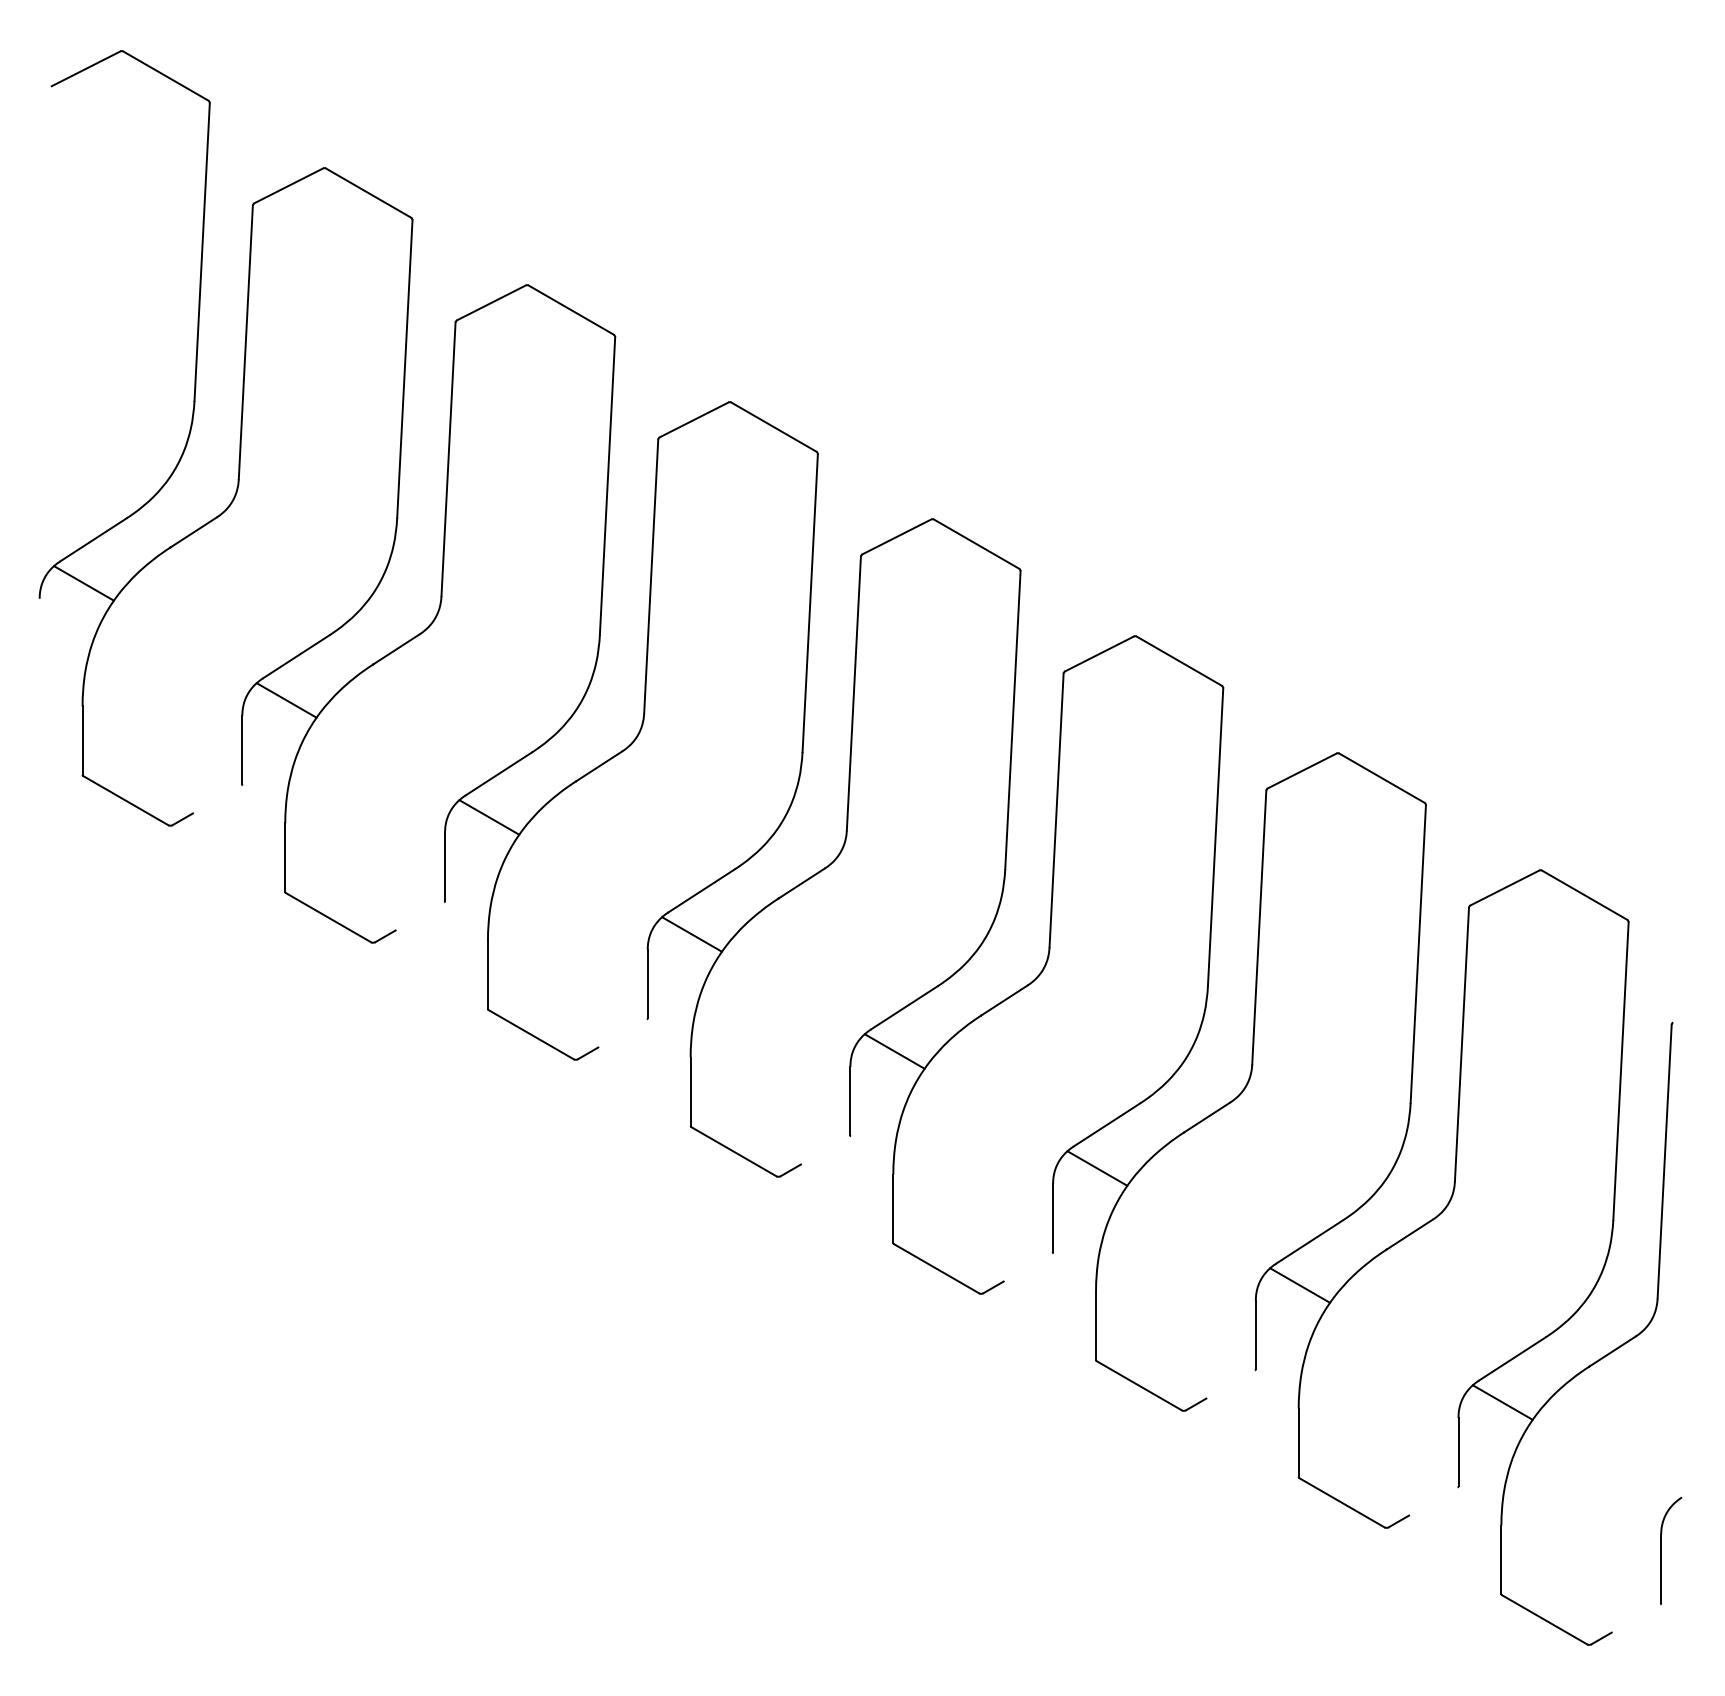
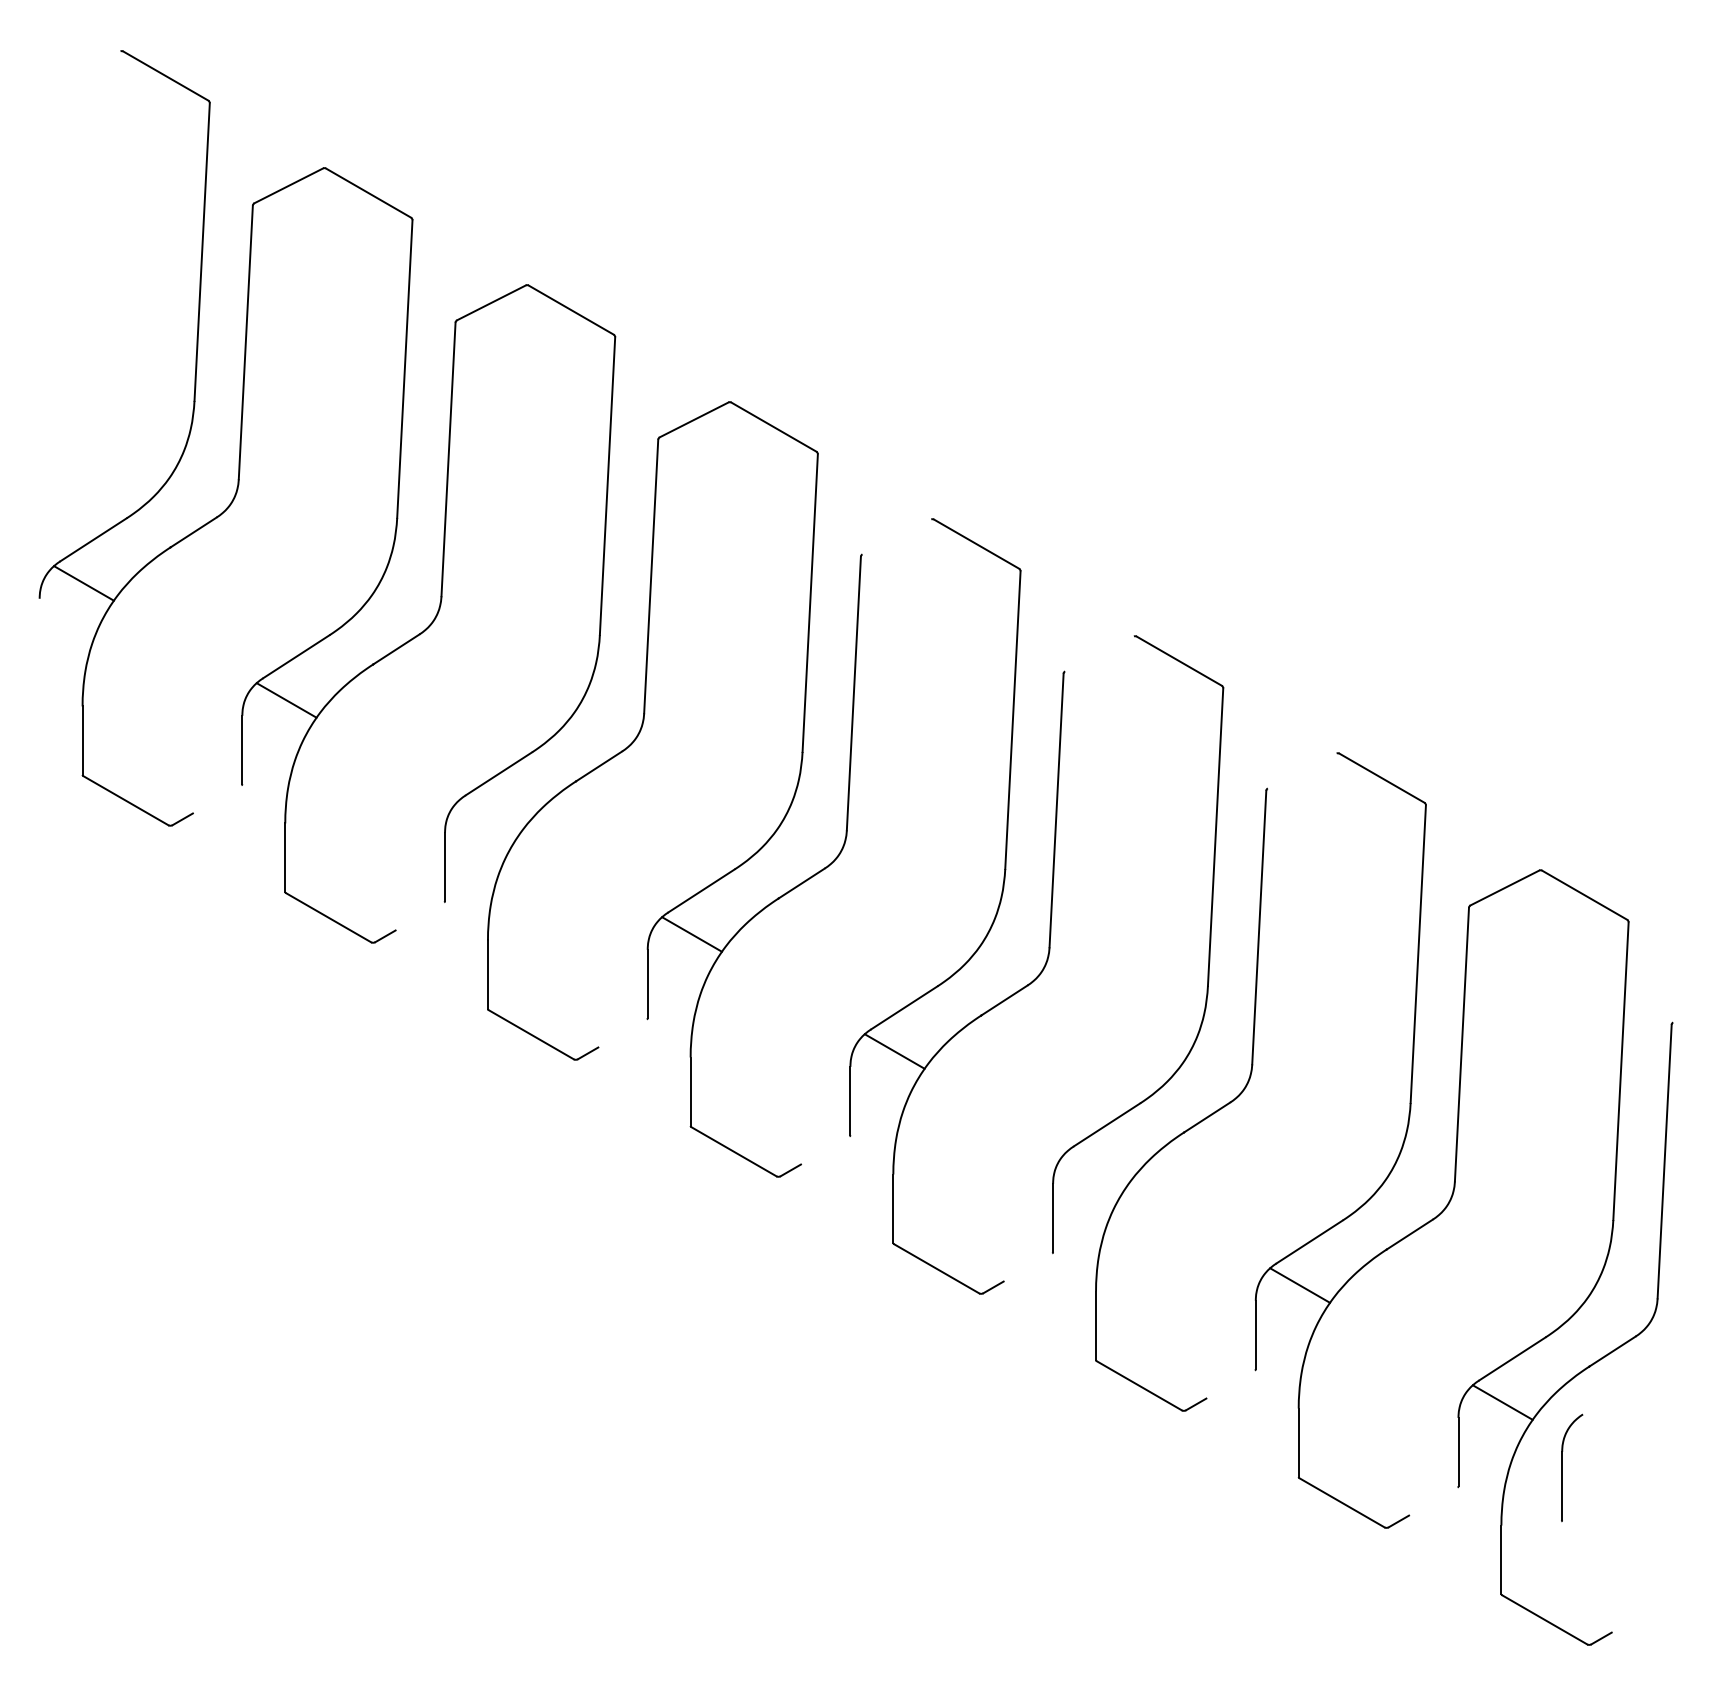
line at (85, 68): present -> none
line at (896, 536): present -> none
line at (1099, 653): present -> none
line at (1301, 770): present -> none
line at (489, 817): present -> none
line at (1097, 1168): present -> none
part at (1661, 1550) position: (1661, 1550) -> (1562, 1467)
